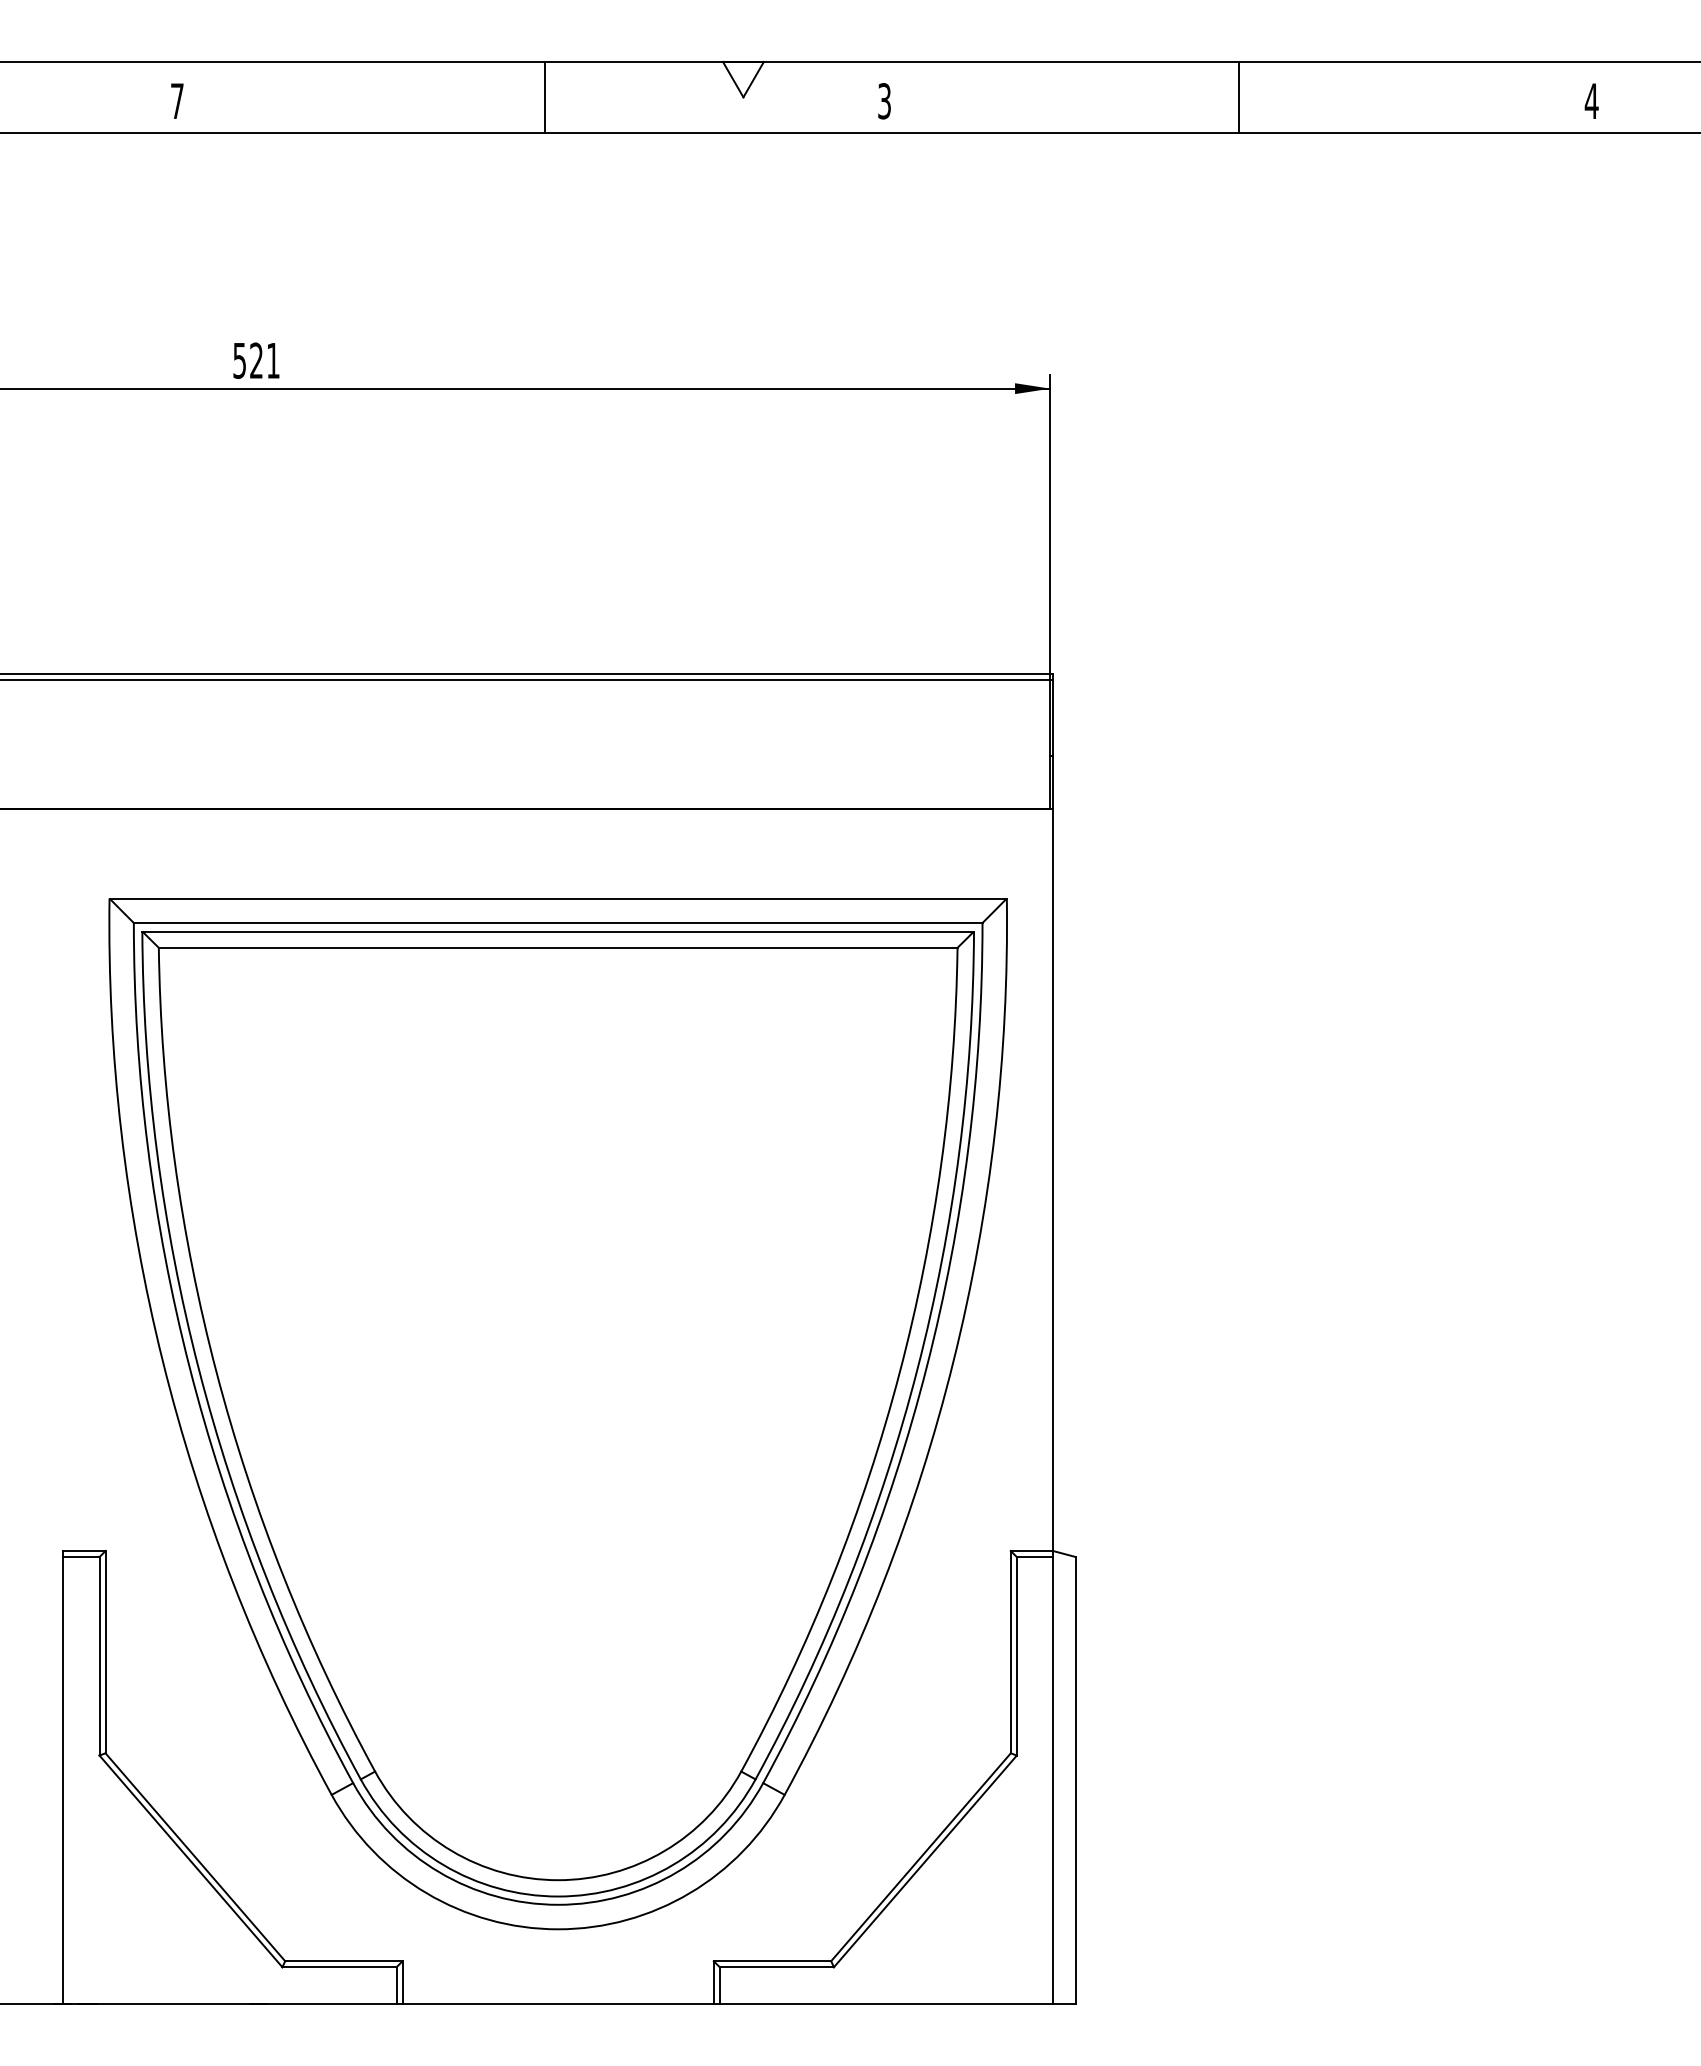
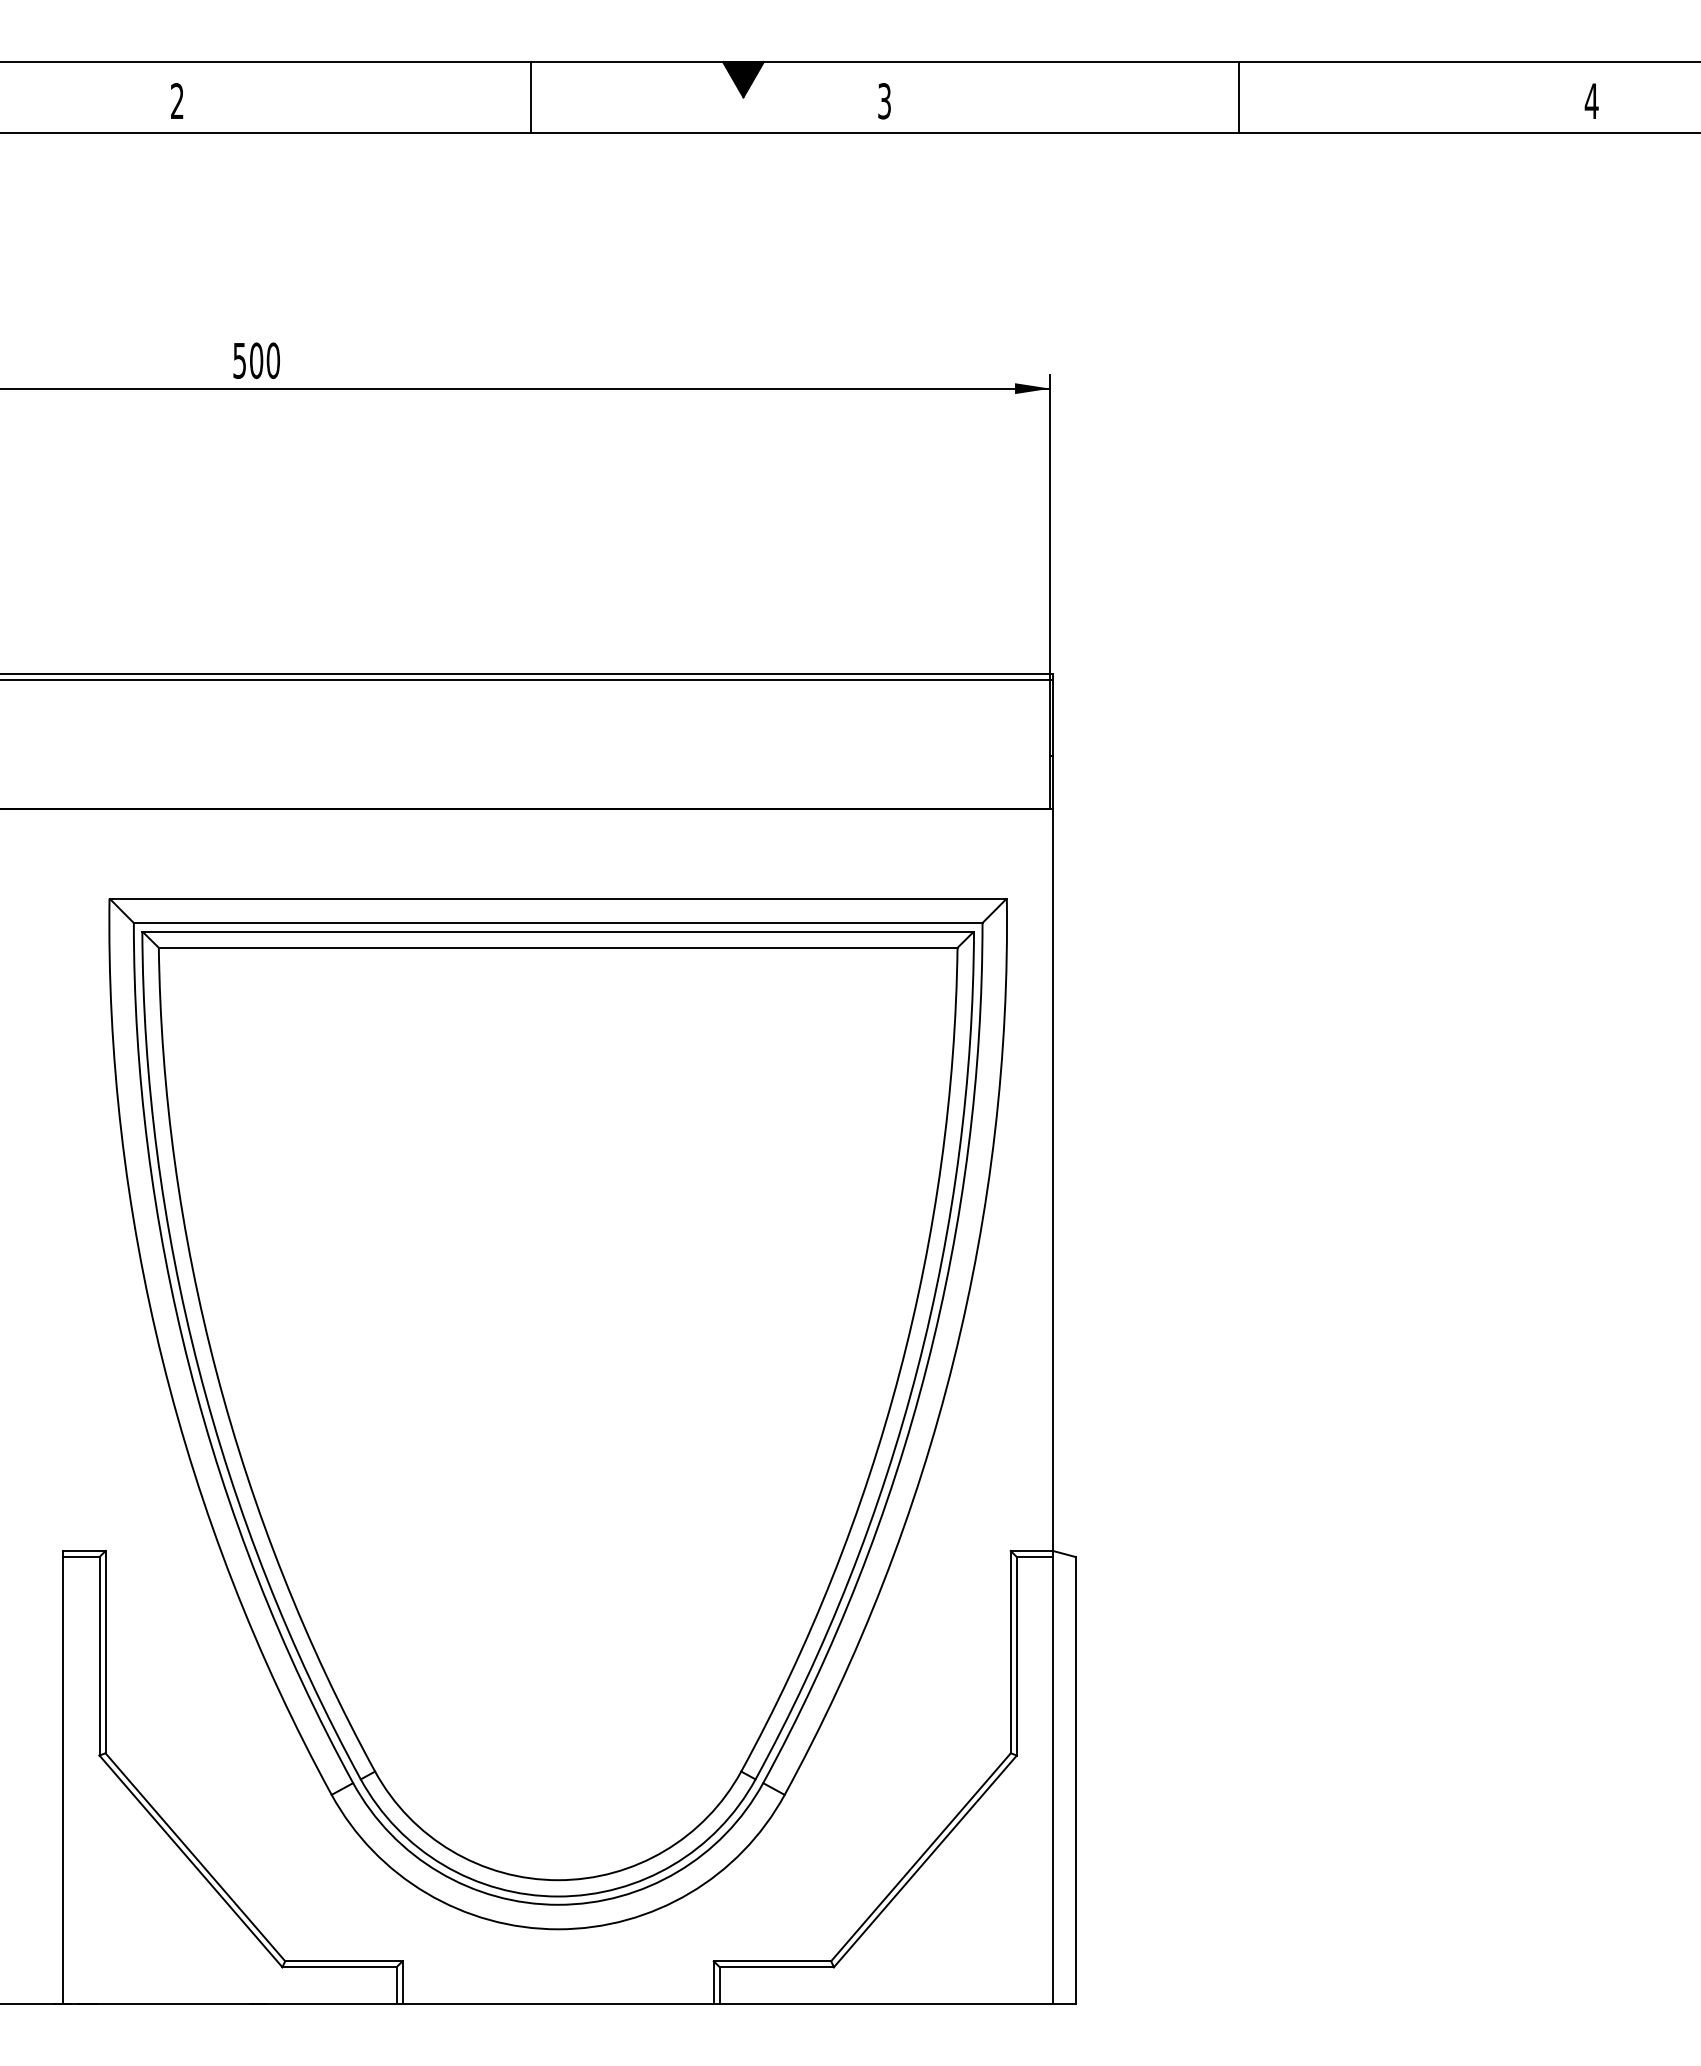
fill at (743, 79): none -> present
line at (545, 96) position: (545, 96) -> (531, 96)
text at (177, 100): 7 -> 2
text at (264, 360): 521 -> 500
